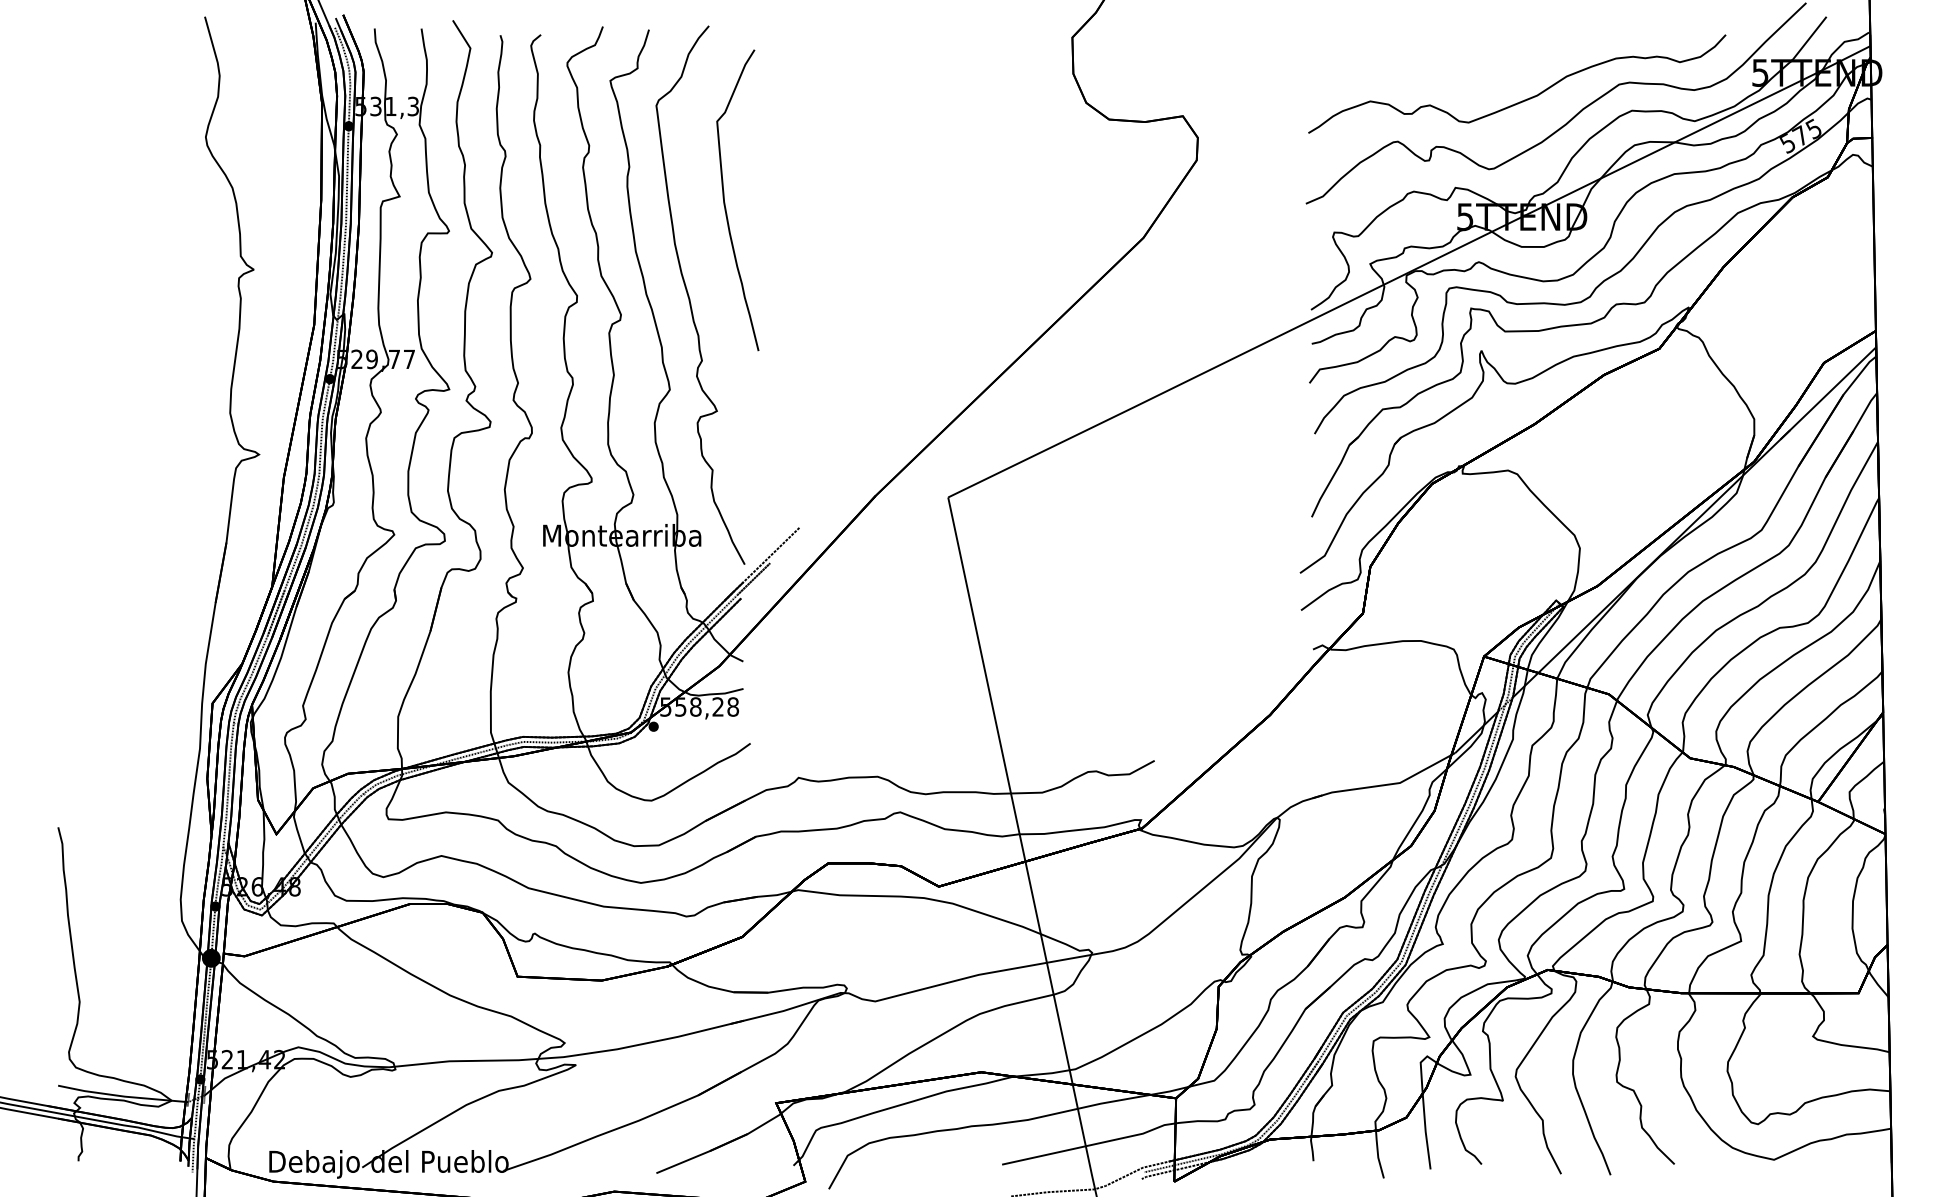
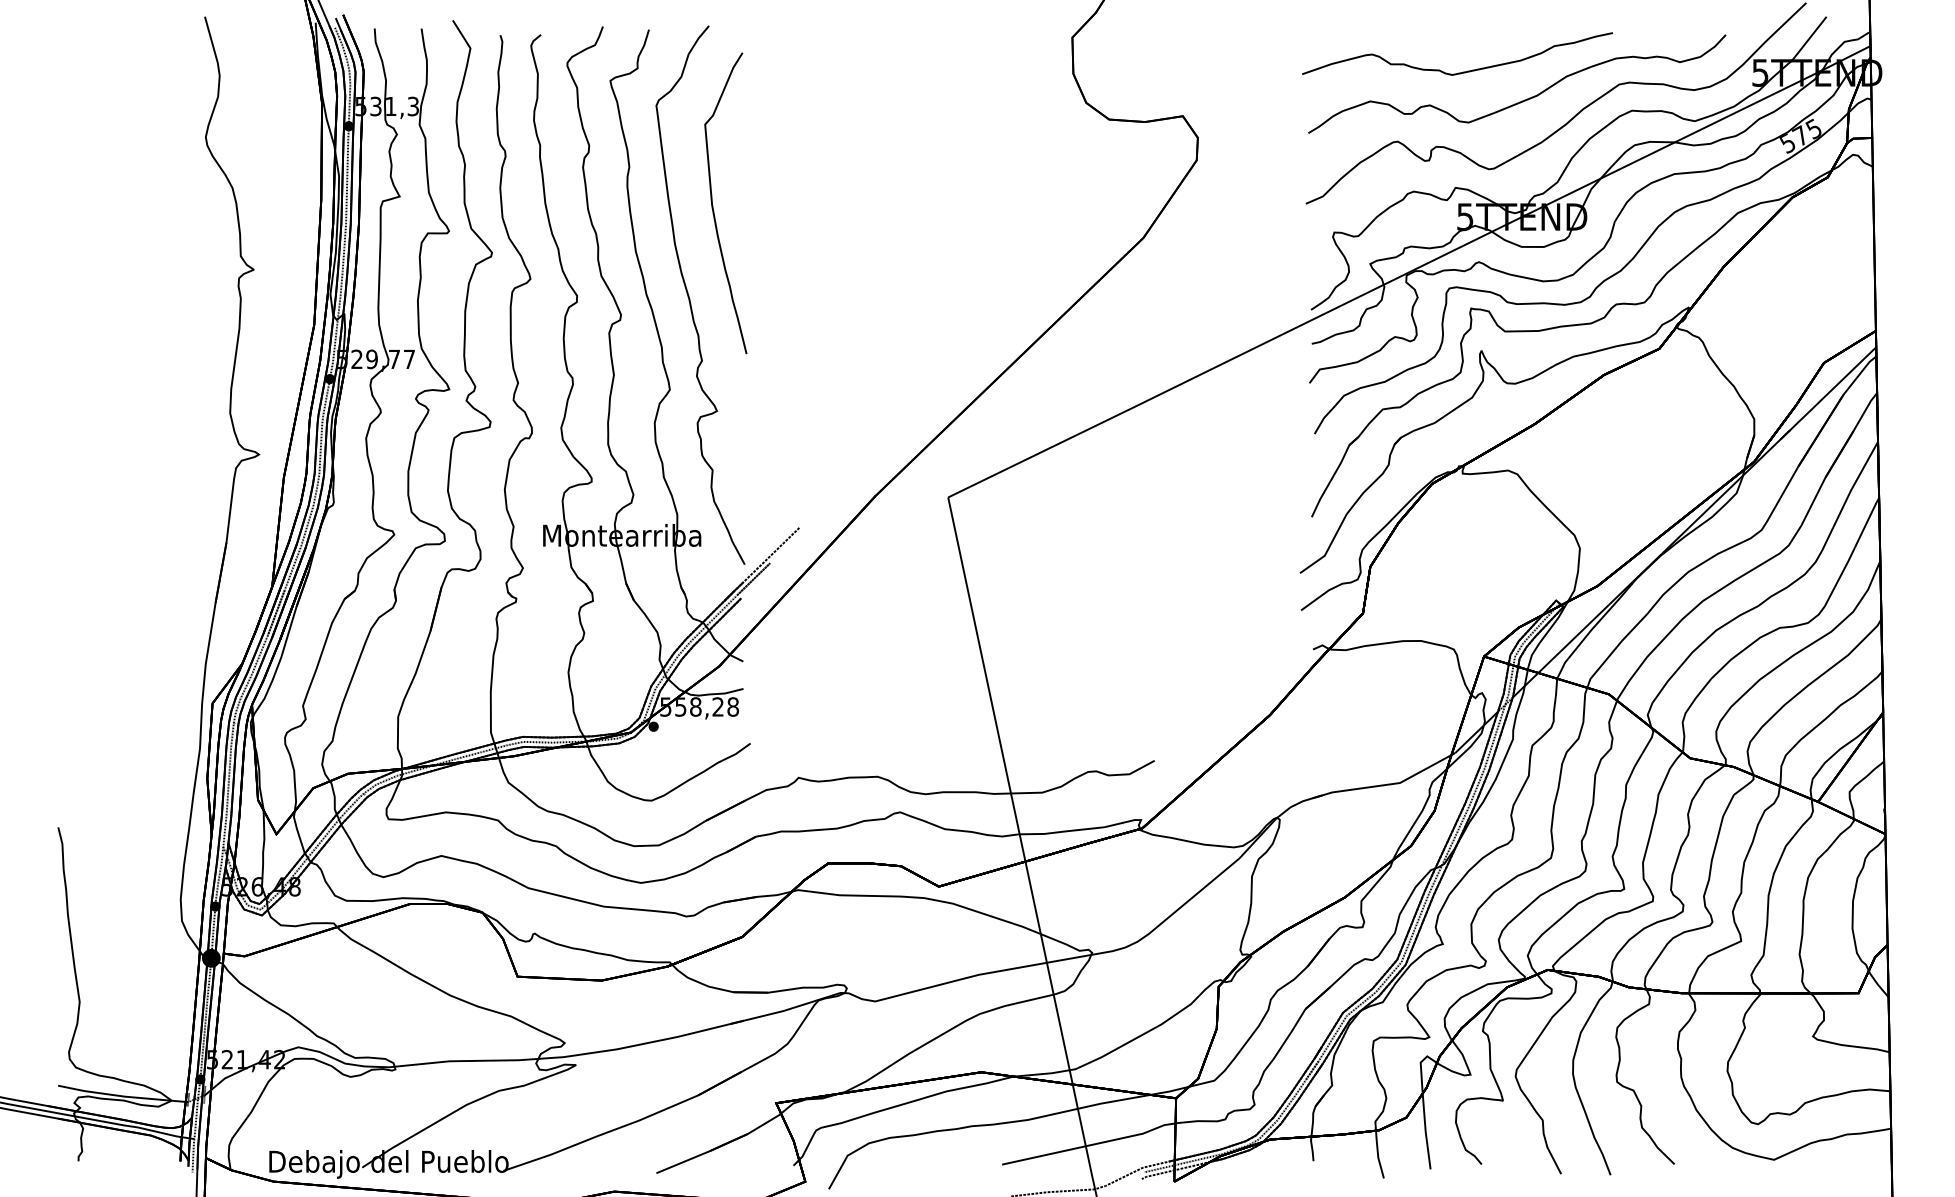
part at (1463, 71): none -> present
part at (725, 202) position: (725, 202) -> (713, 205)
